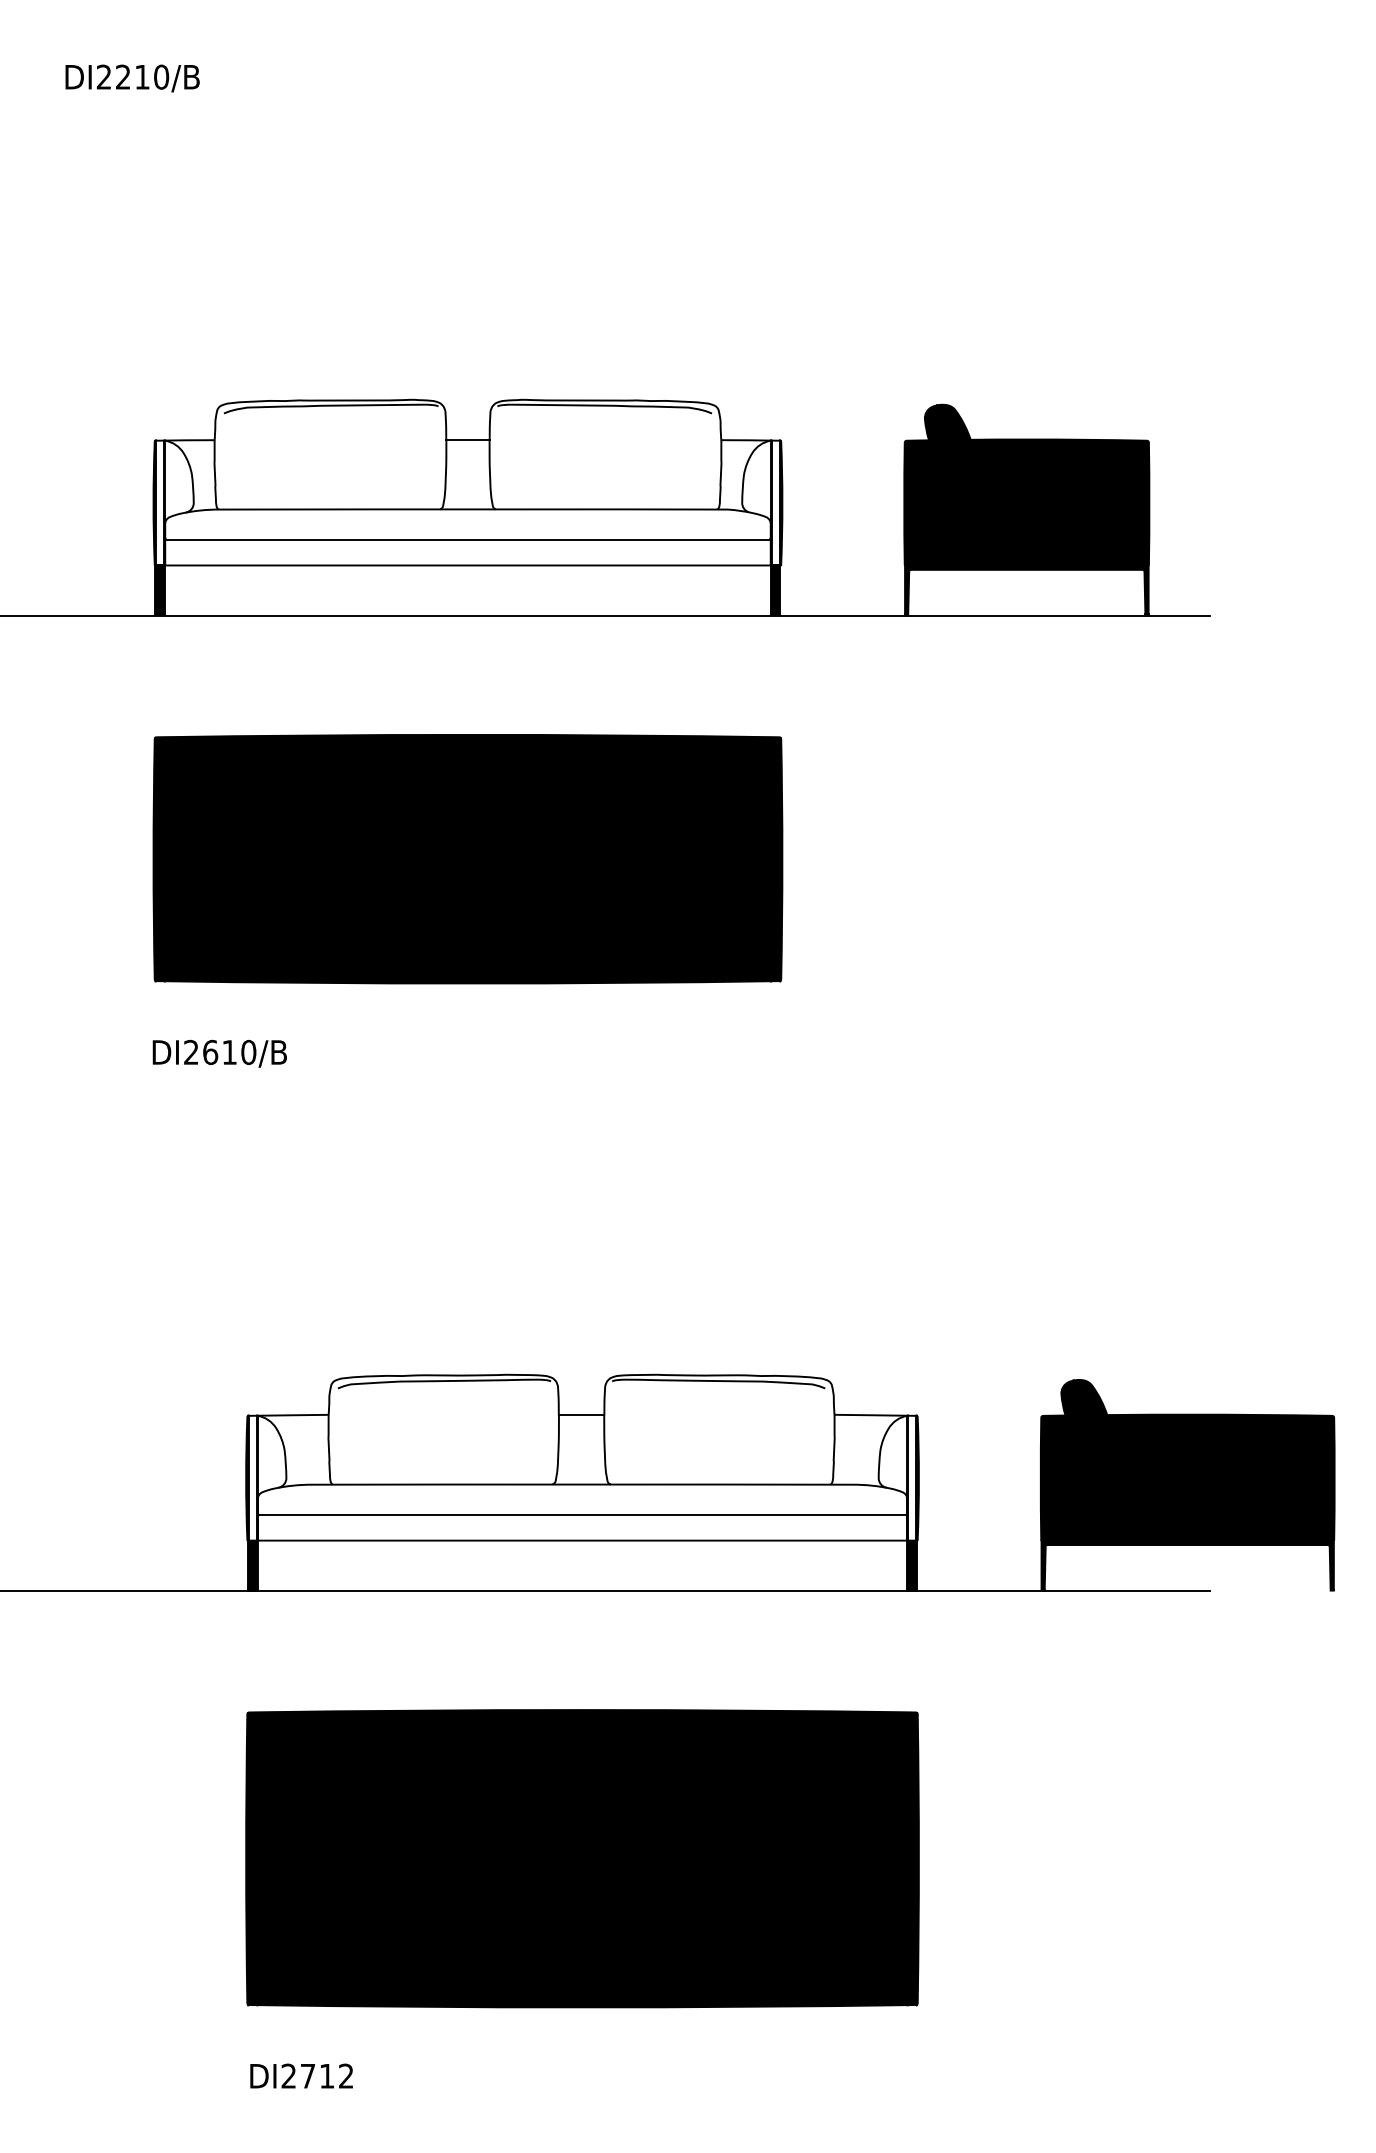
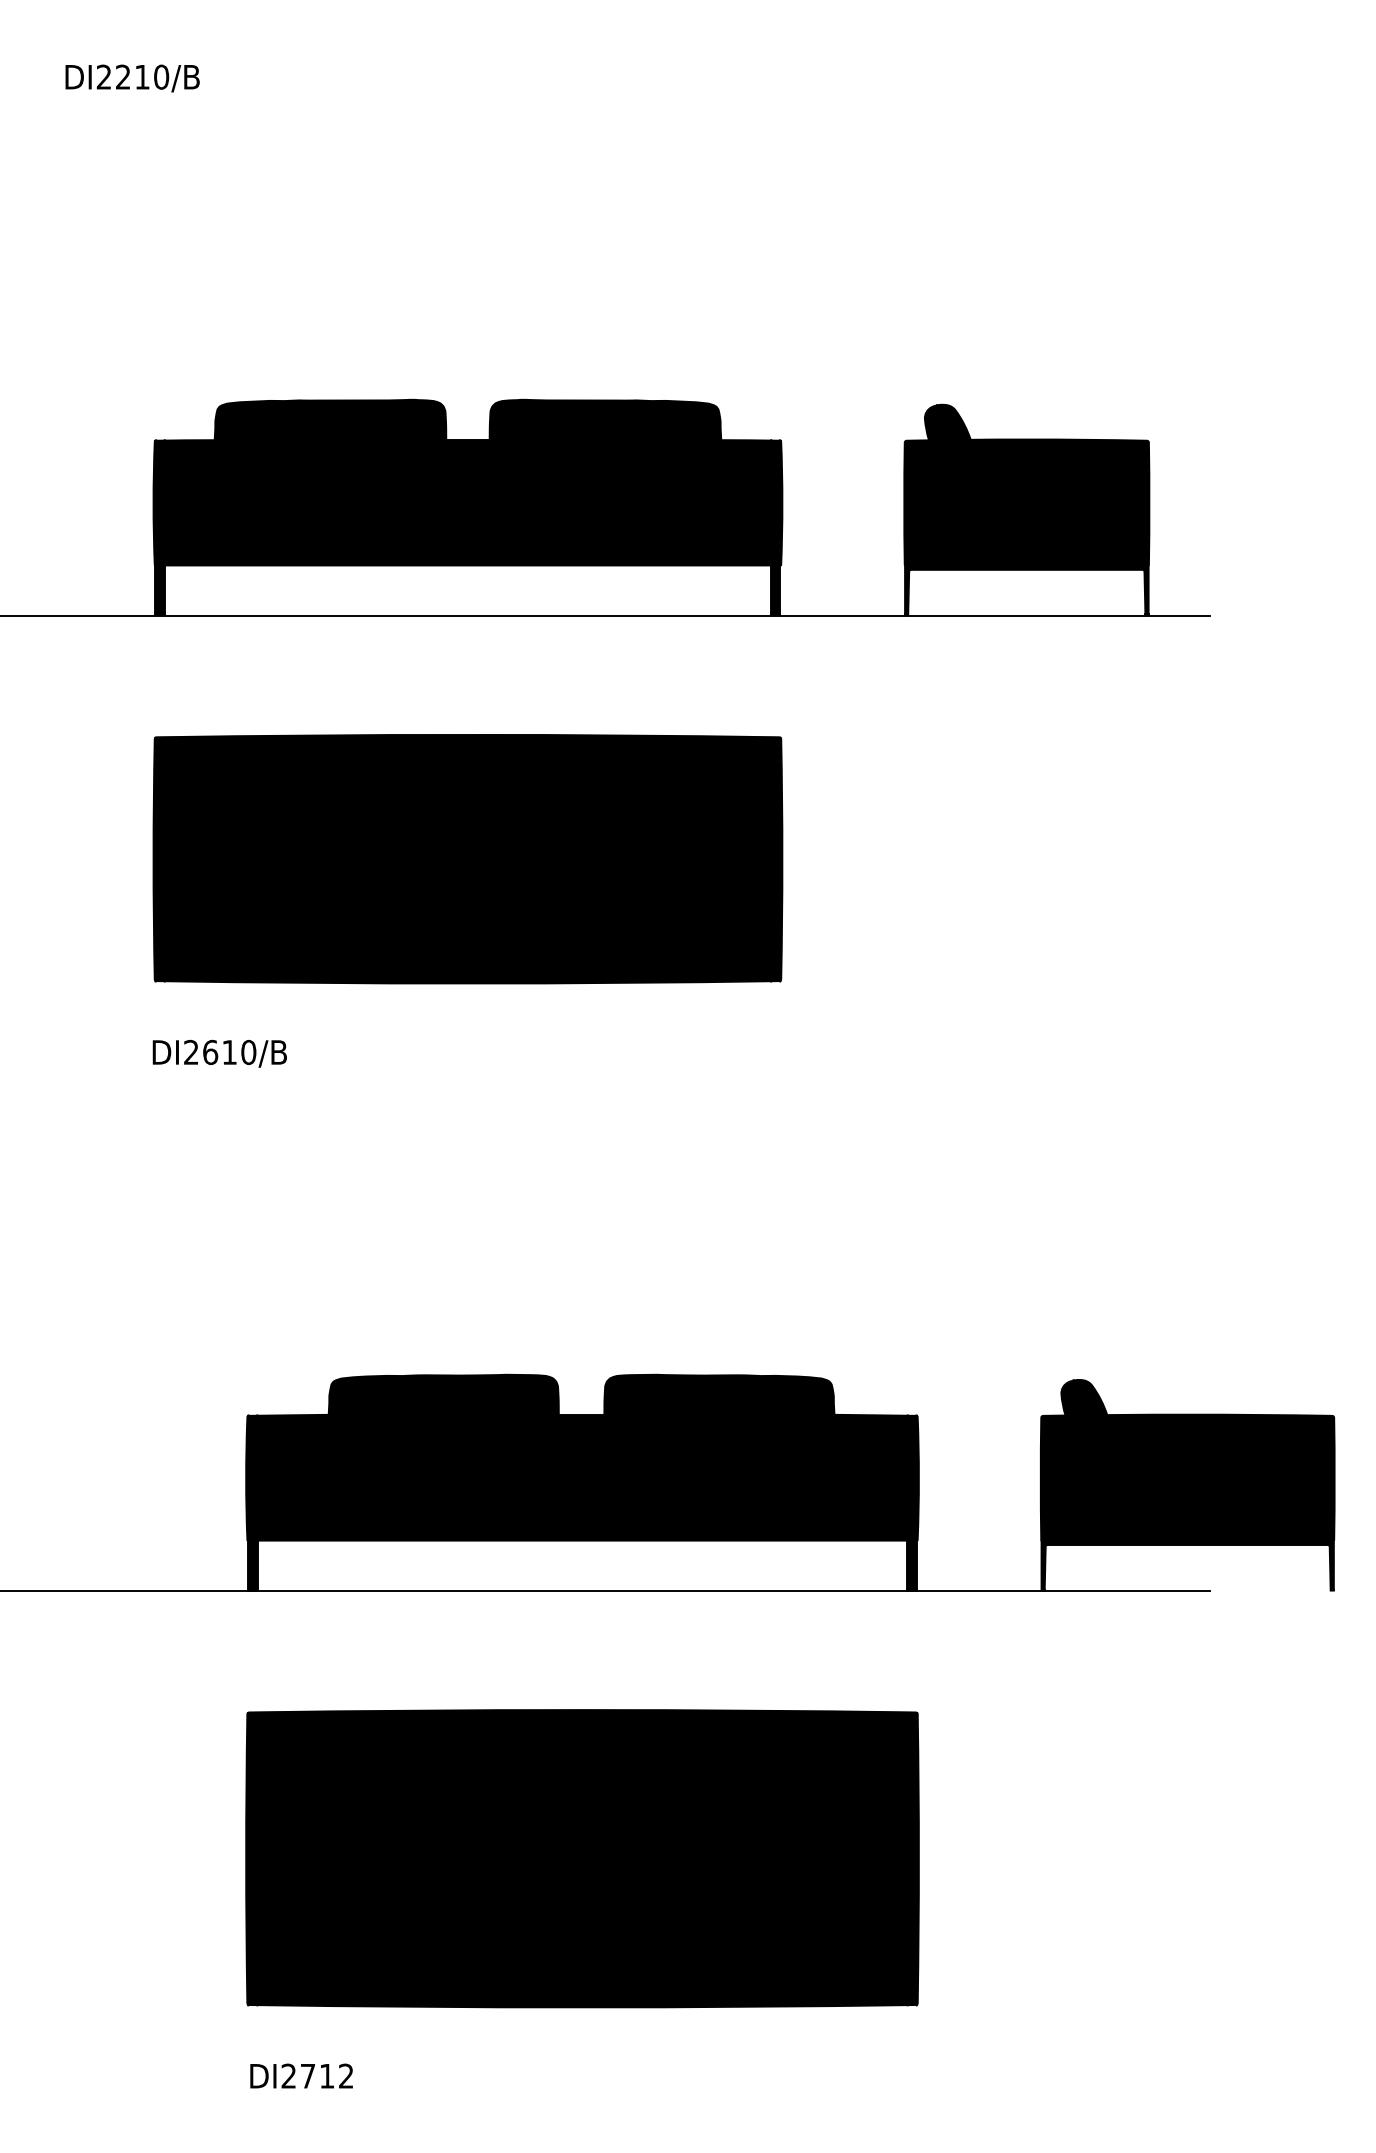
fill at (467, 482): none -> present
fill at (582, 1457): none -> present
